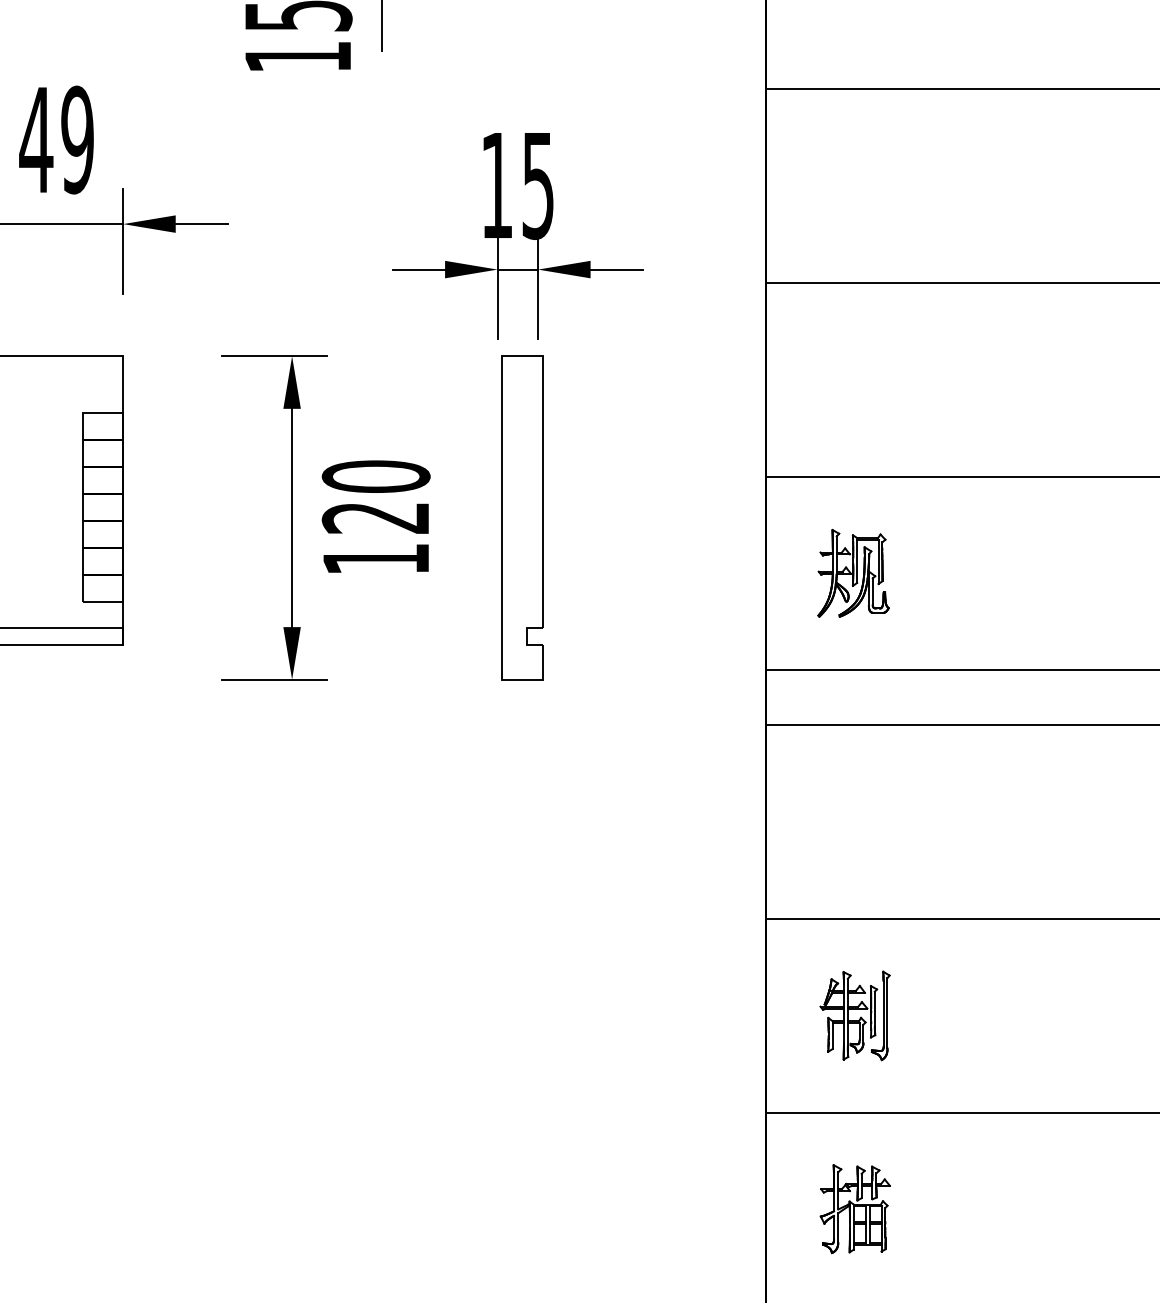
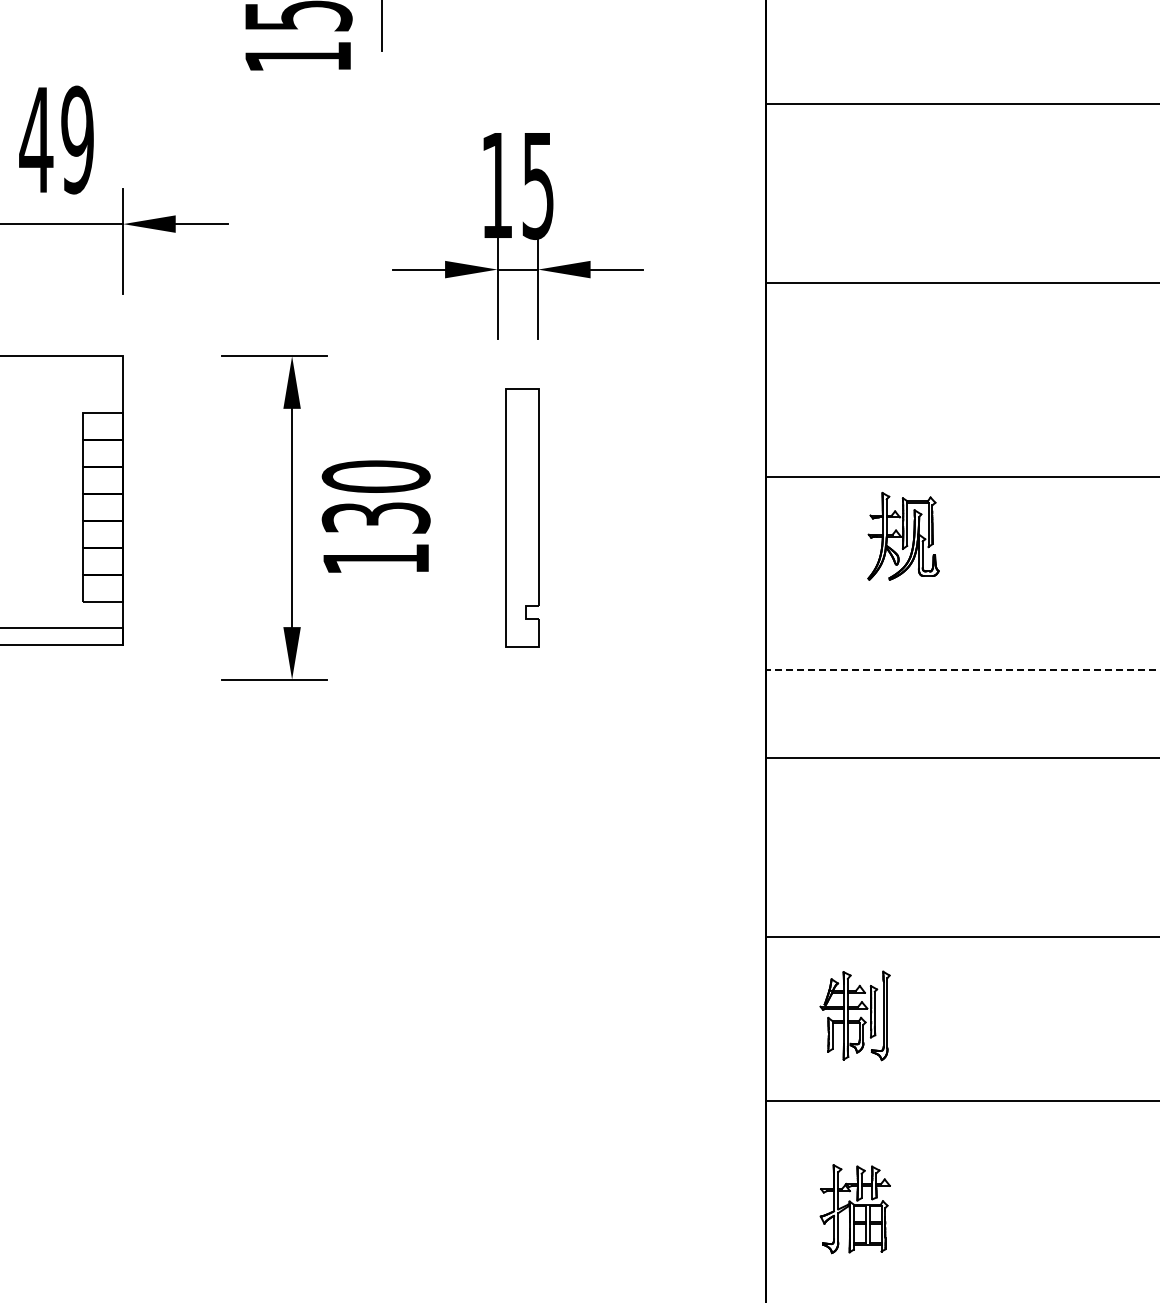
line at (960, 89) position: (960, 89) -> (960, 104)
text at (376, 517): 120 -> 130
part at (522, 517) size: 43x326 px -> 35x260 px
part at (853, 573) position: (853, 573) -> (903, 536)
line at (962, 670): solid -> dashed
line at (960, 725) position: (960, 725) -> (960, 758)
line at (960, 919) position: (960, 919) -> (960, 937)
line at (960, 1112) position: (960, 1112) -> (960, 1100)
